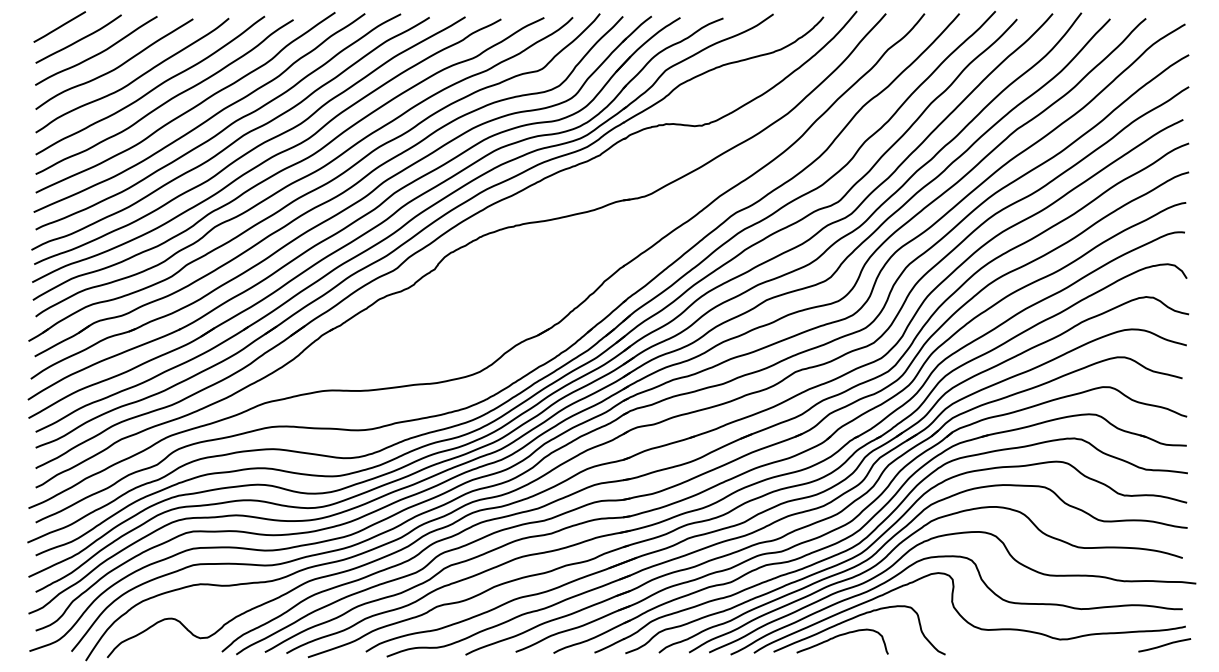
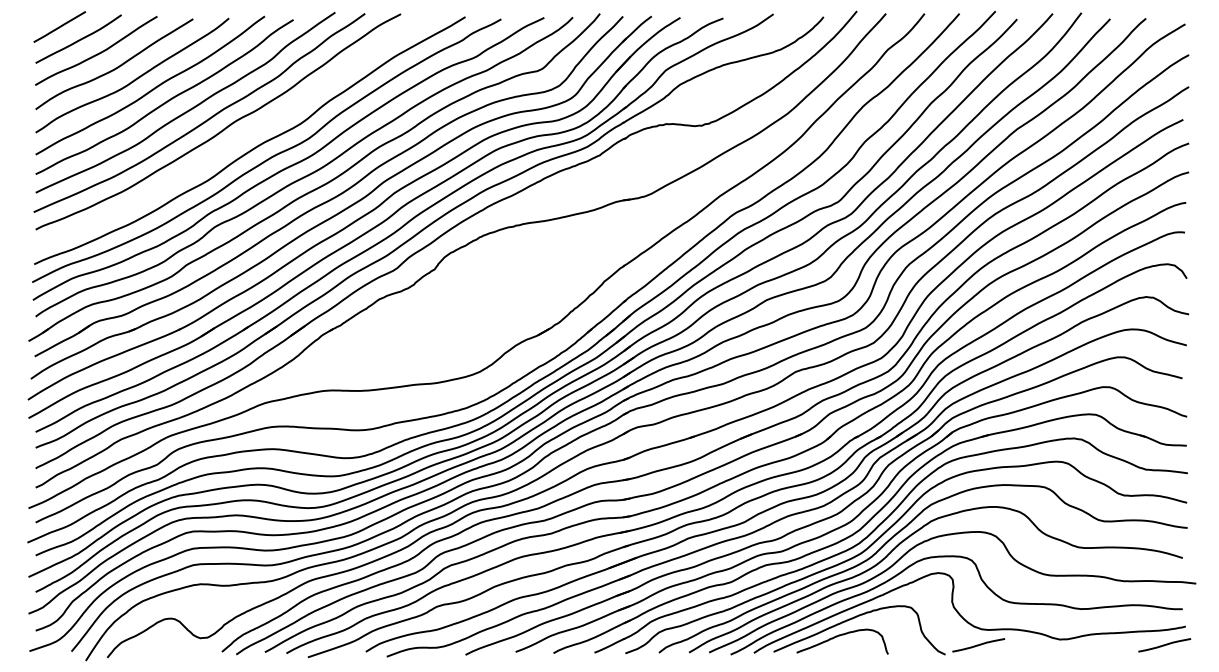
curve at (234, 140): present -> none
line at (978, 645): none -> present
